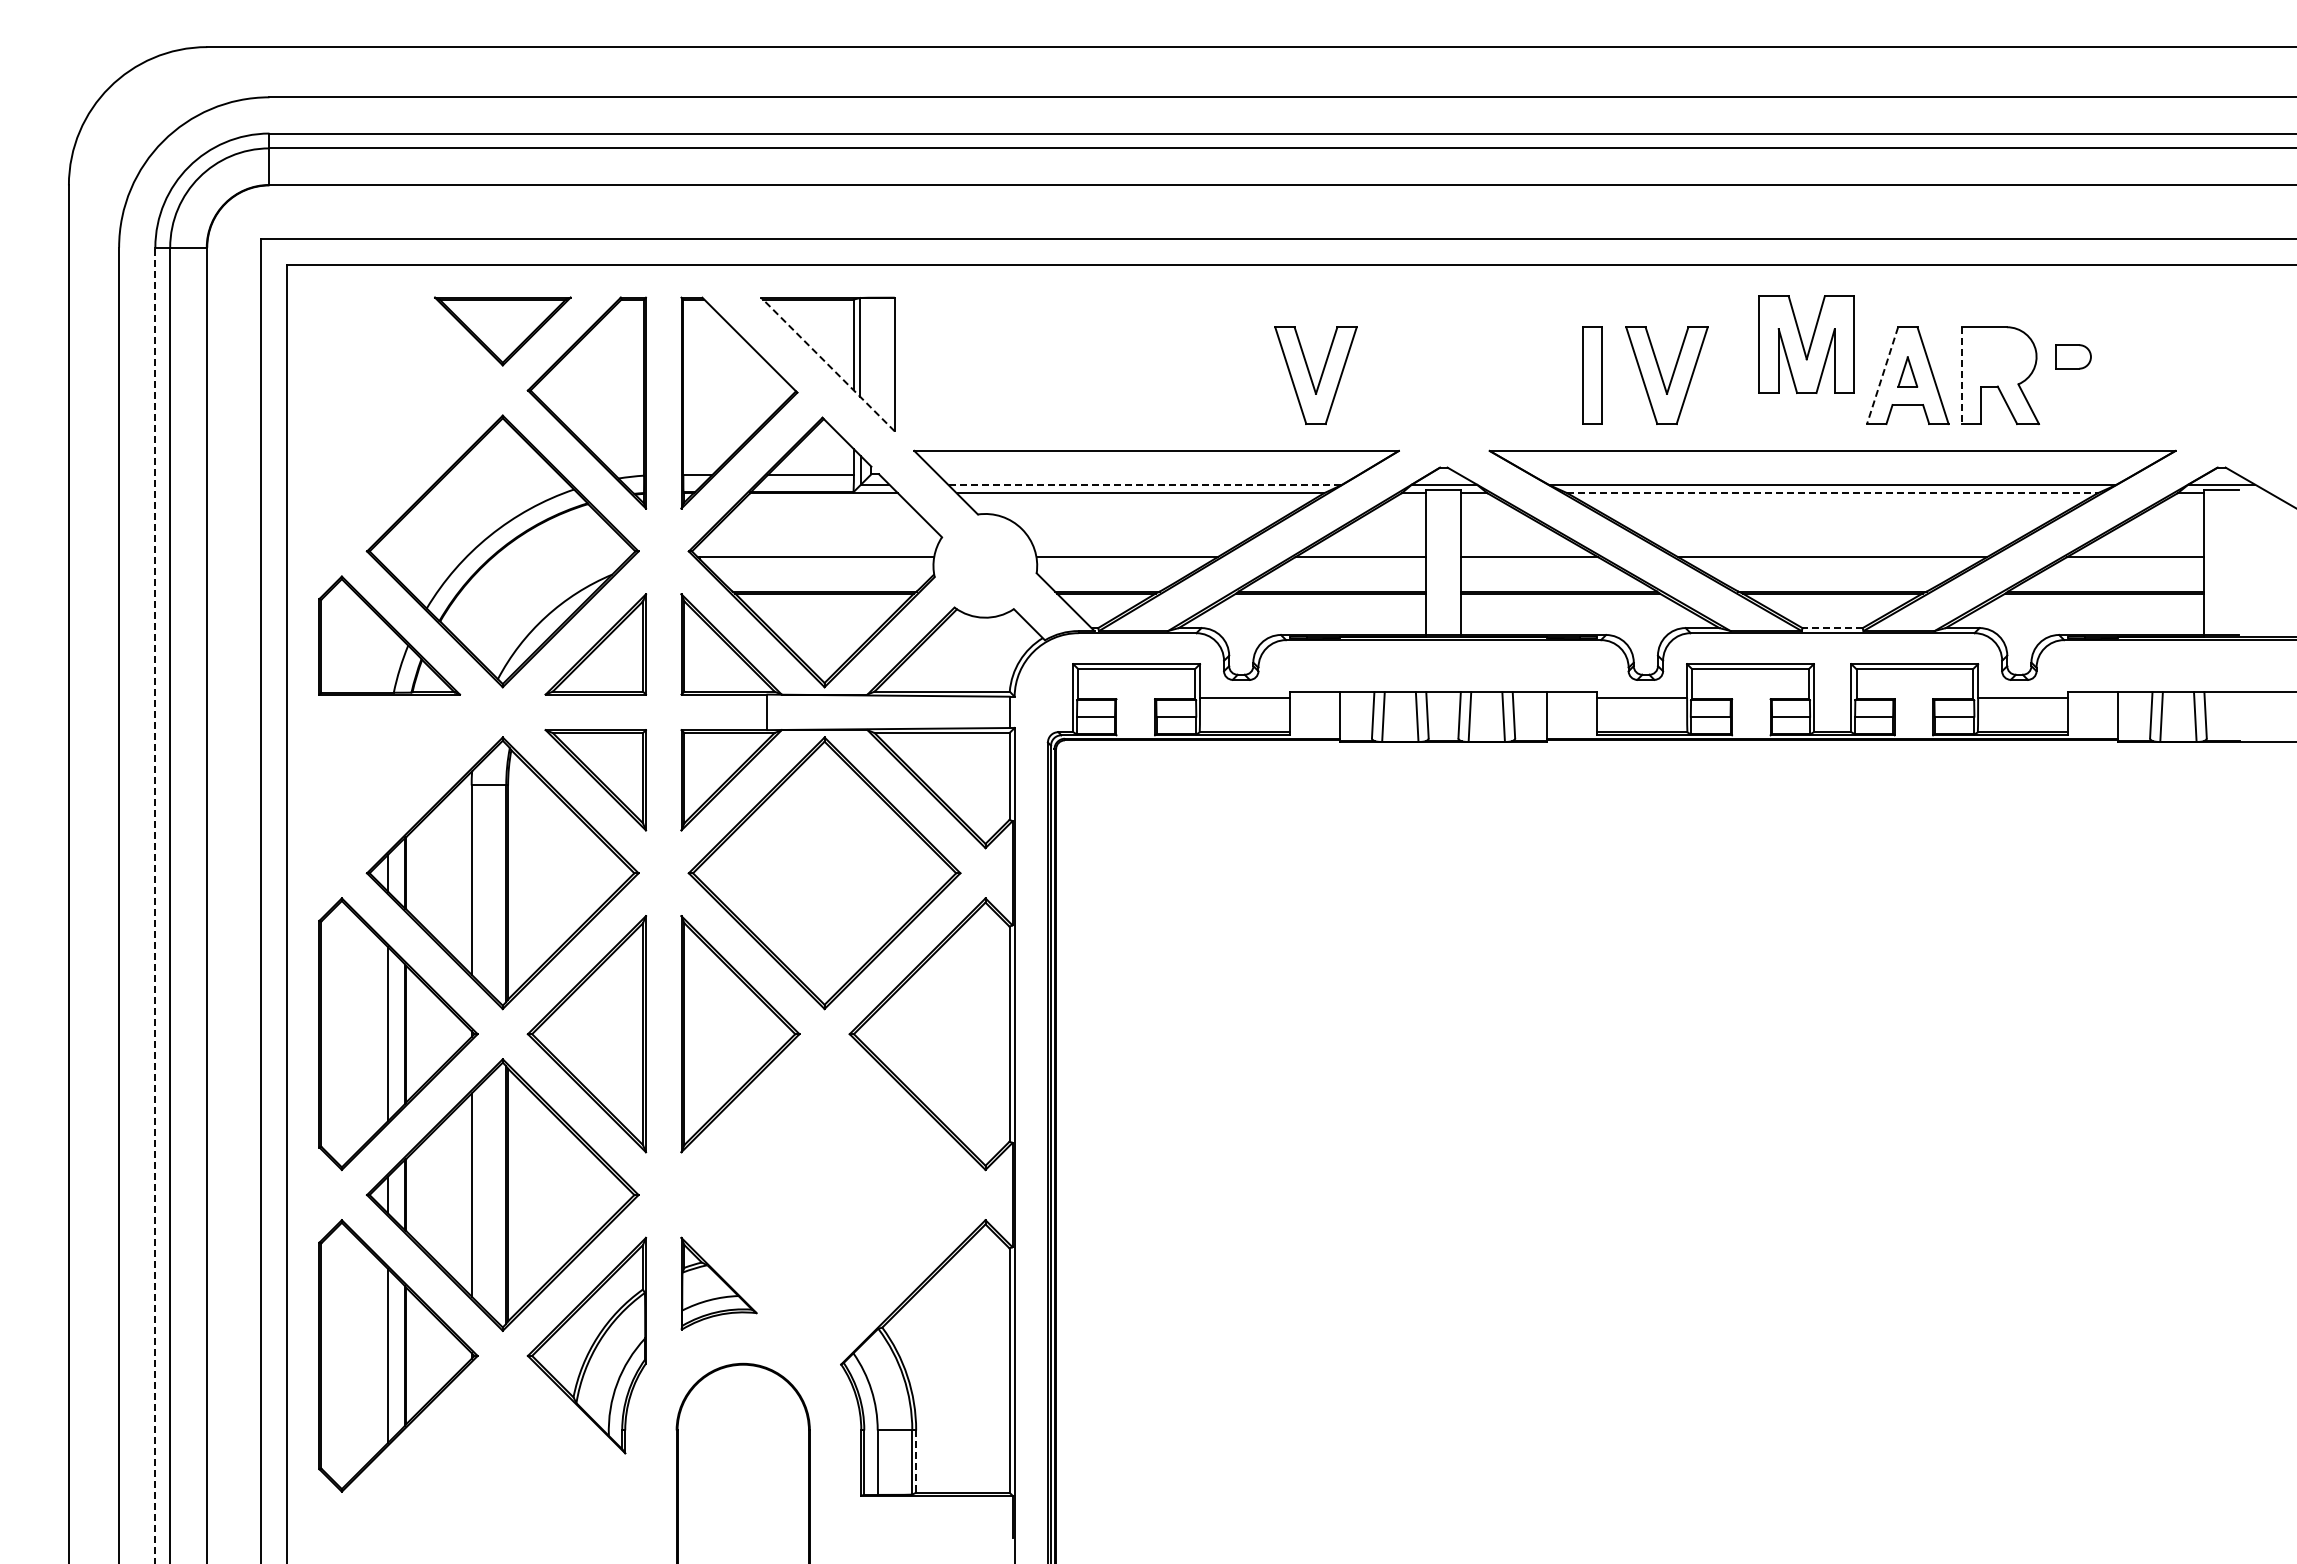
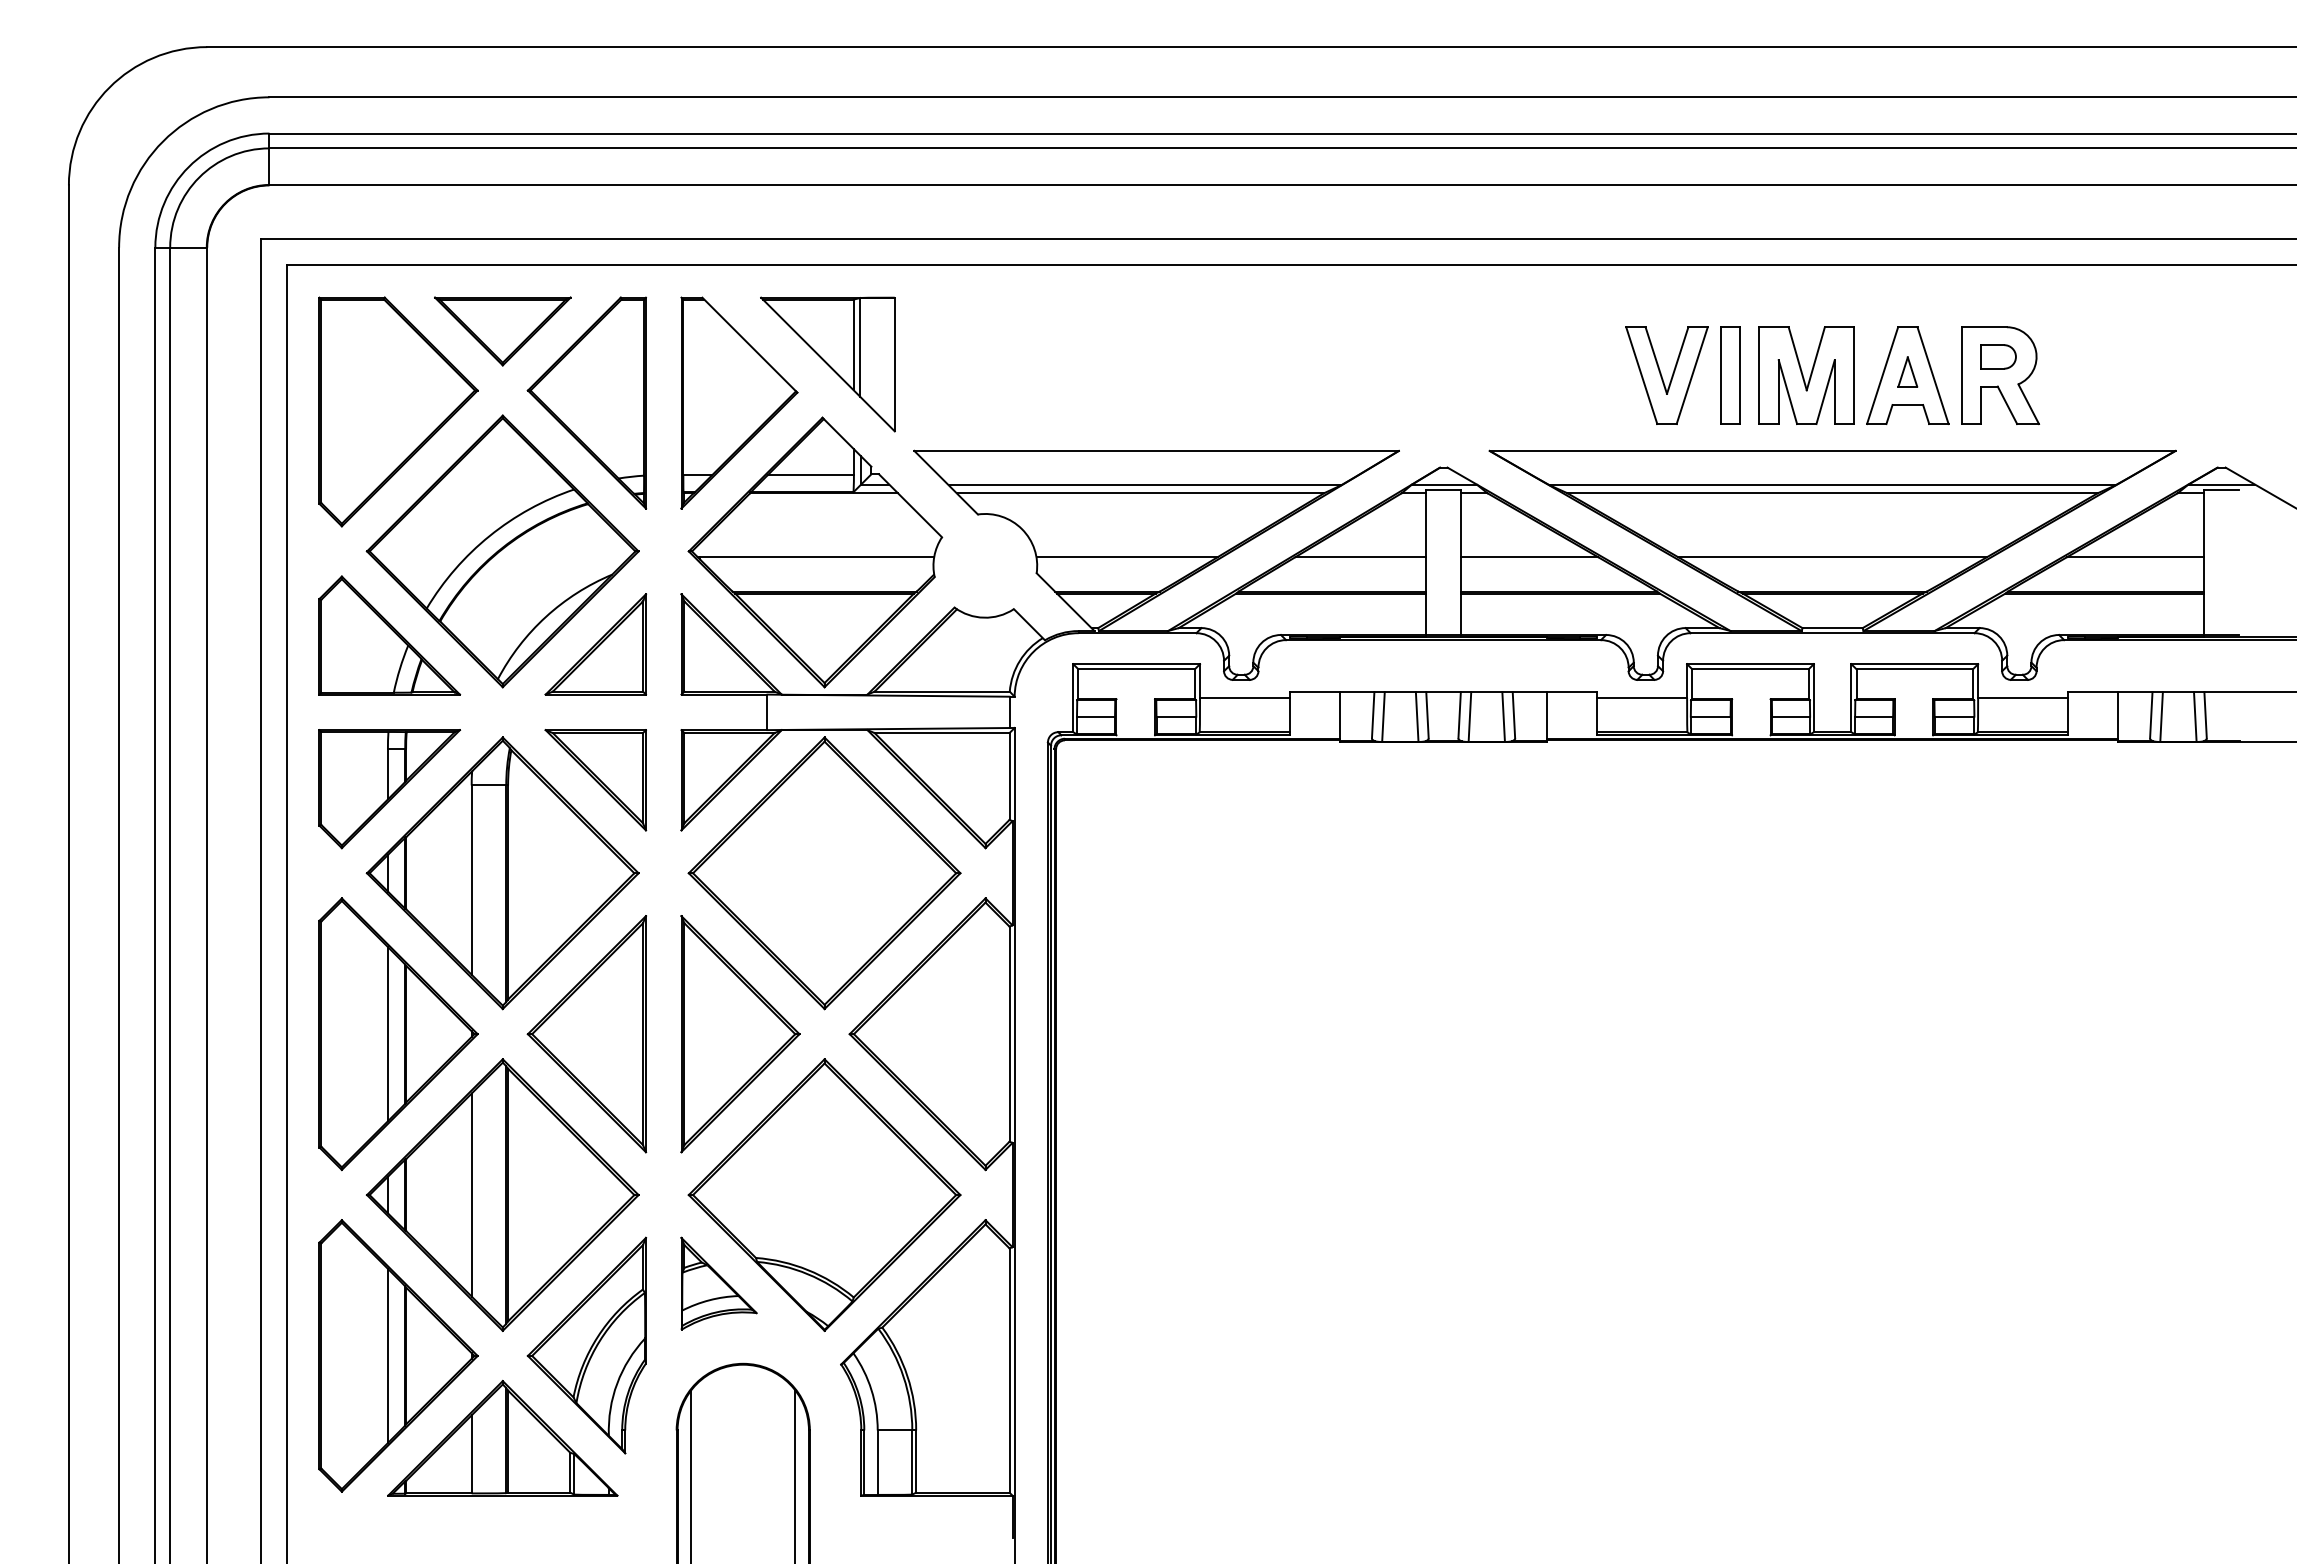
part at (1806, 344) position: (1806, 344) -> (1806, 375)
part at (2073, 356) position: (2073, 356) -> (1998, 356)
line at (827, 364): dashed -> solid
part at (1315, 375): present -> none
part at (1592, 375) position: (1592, 375) -> (1730, 375)
line at (1882, 375): dashed -> solid
line at (1961, 376): dashed -> solid
part at (398, 411): none -> present
line at (1144, 485): dashed -> solid
line at (1833, 493): dashed -> solid
line at (1832, 628): dashed -> solid
part at (389, 789): none -> present
line at (155, 905): dashed -> solid
part at (824, 1194): none -> present
part at (502, 1437): none -> present
line at (916, 1462): dashed -> solid
line at (691, 1475): none -> present
line at (795, 1475): none -> present
